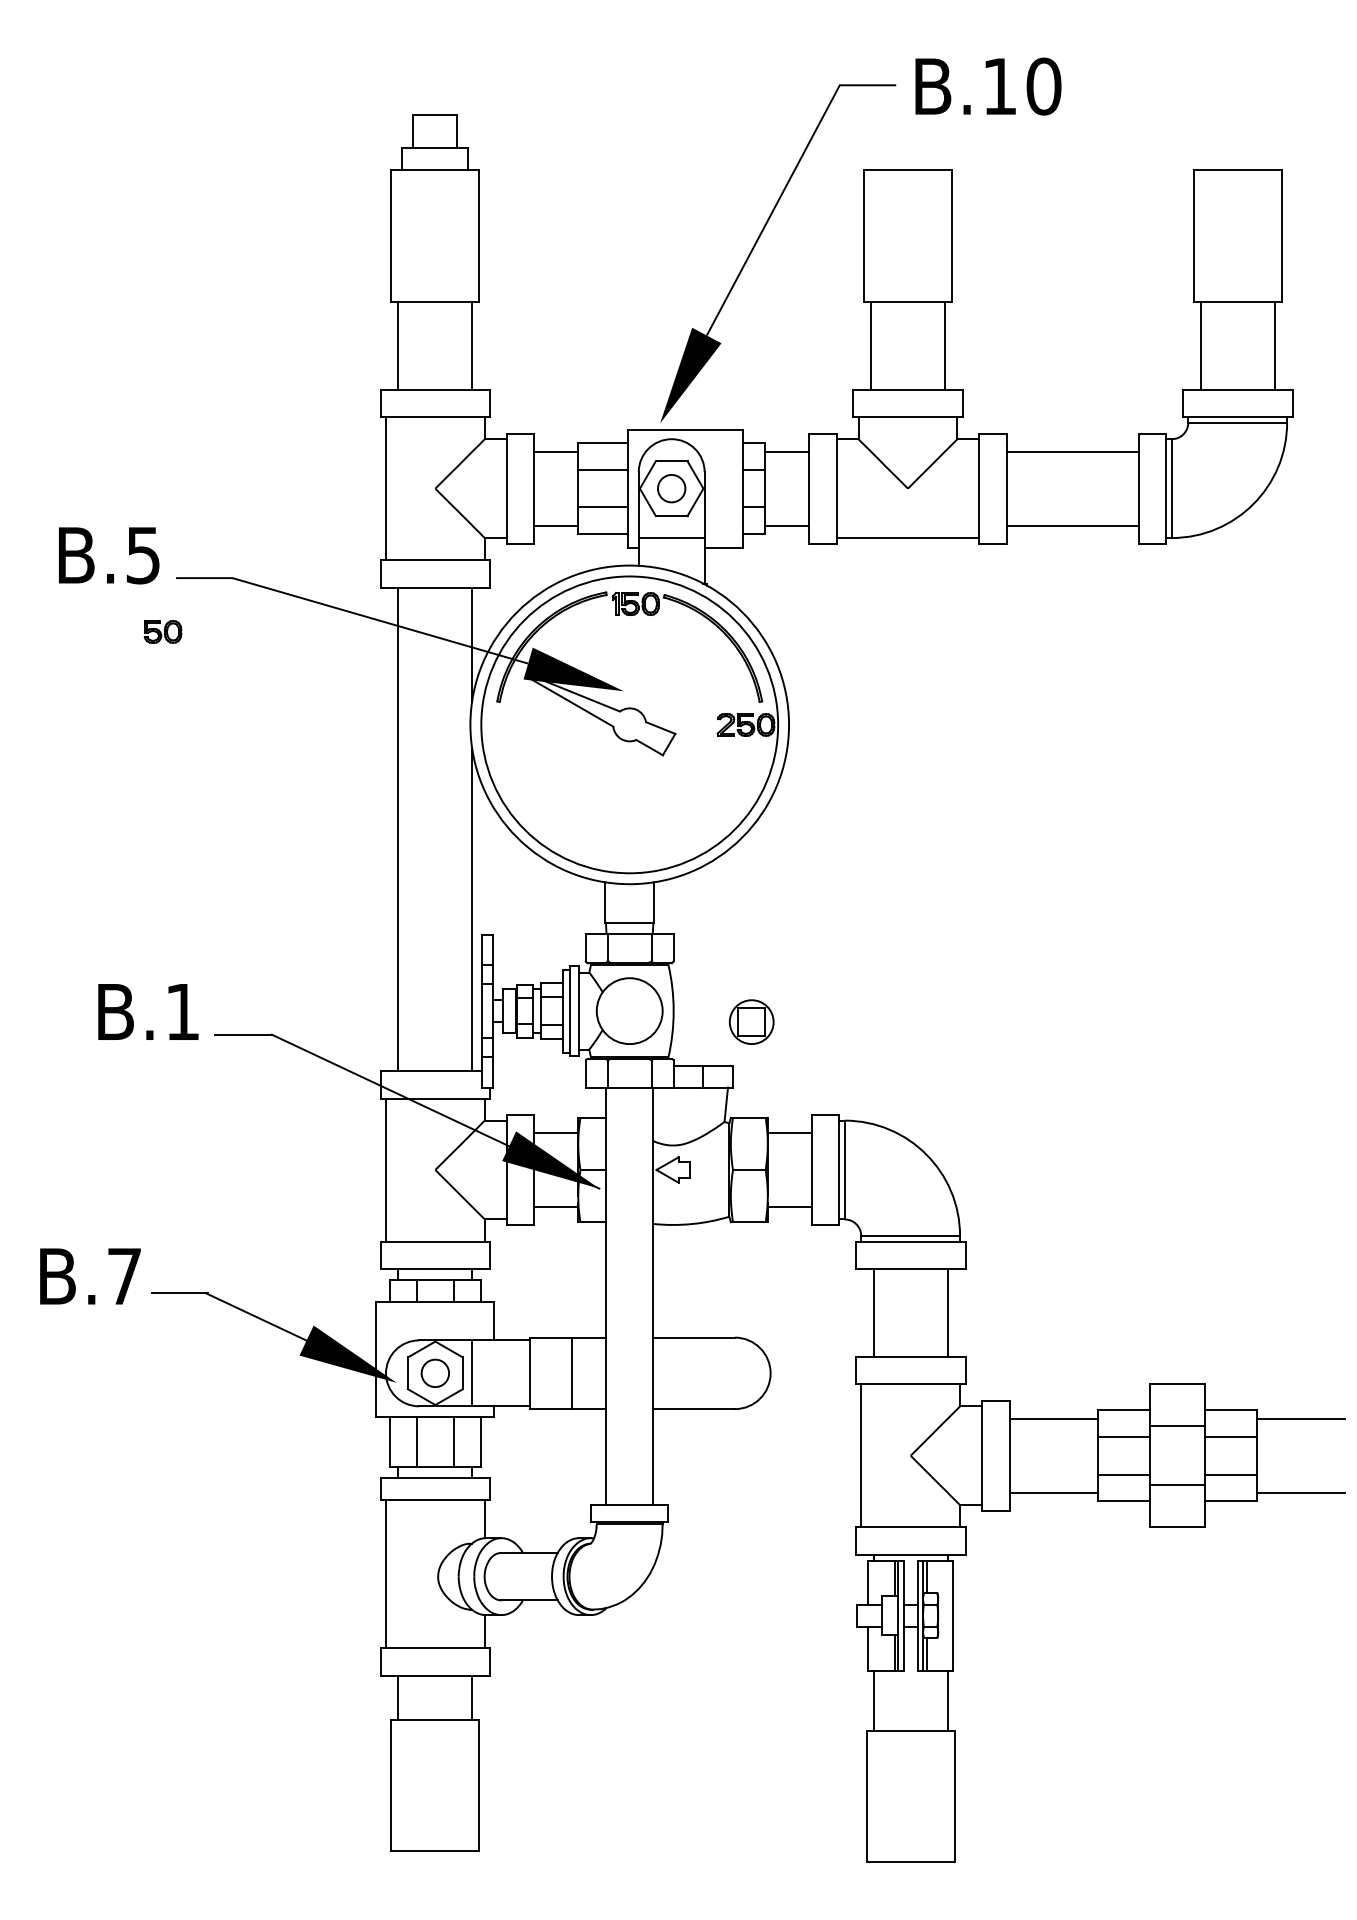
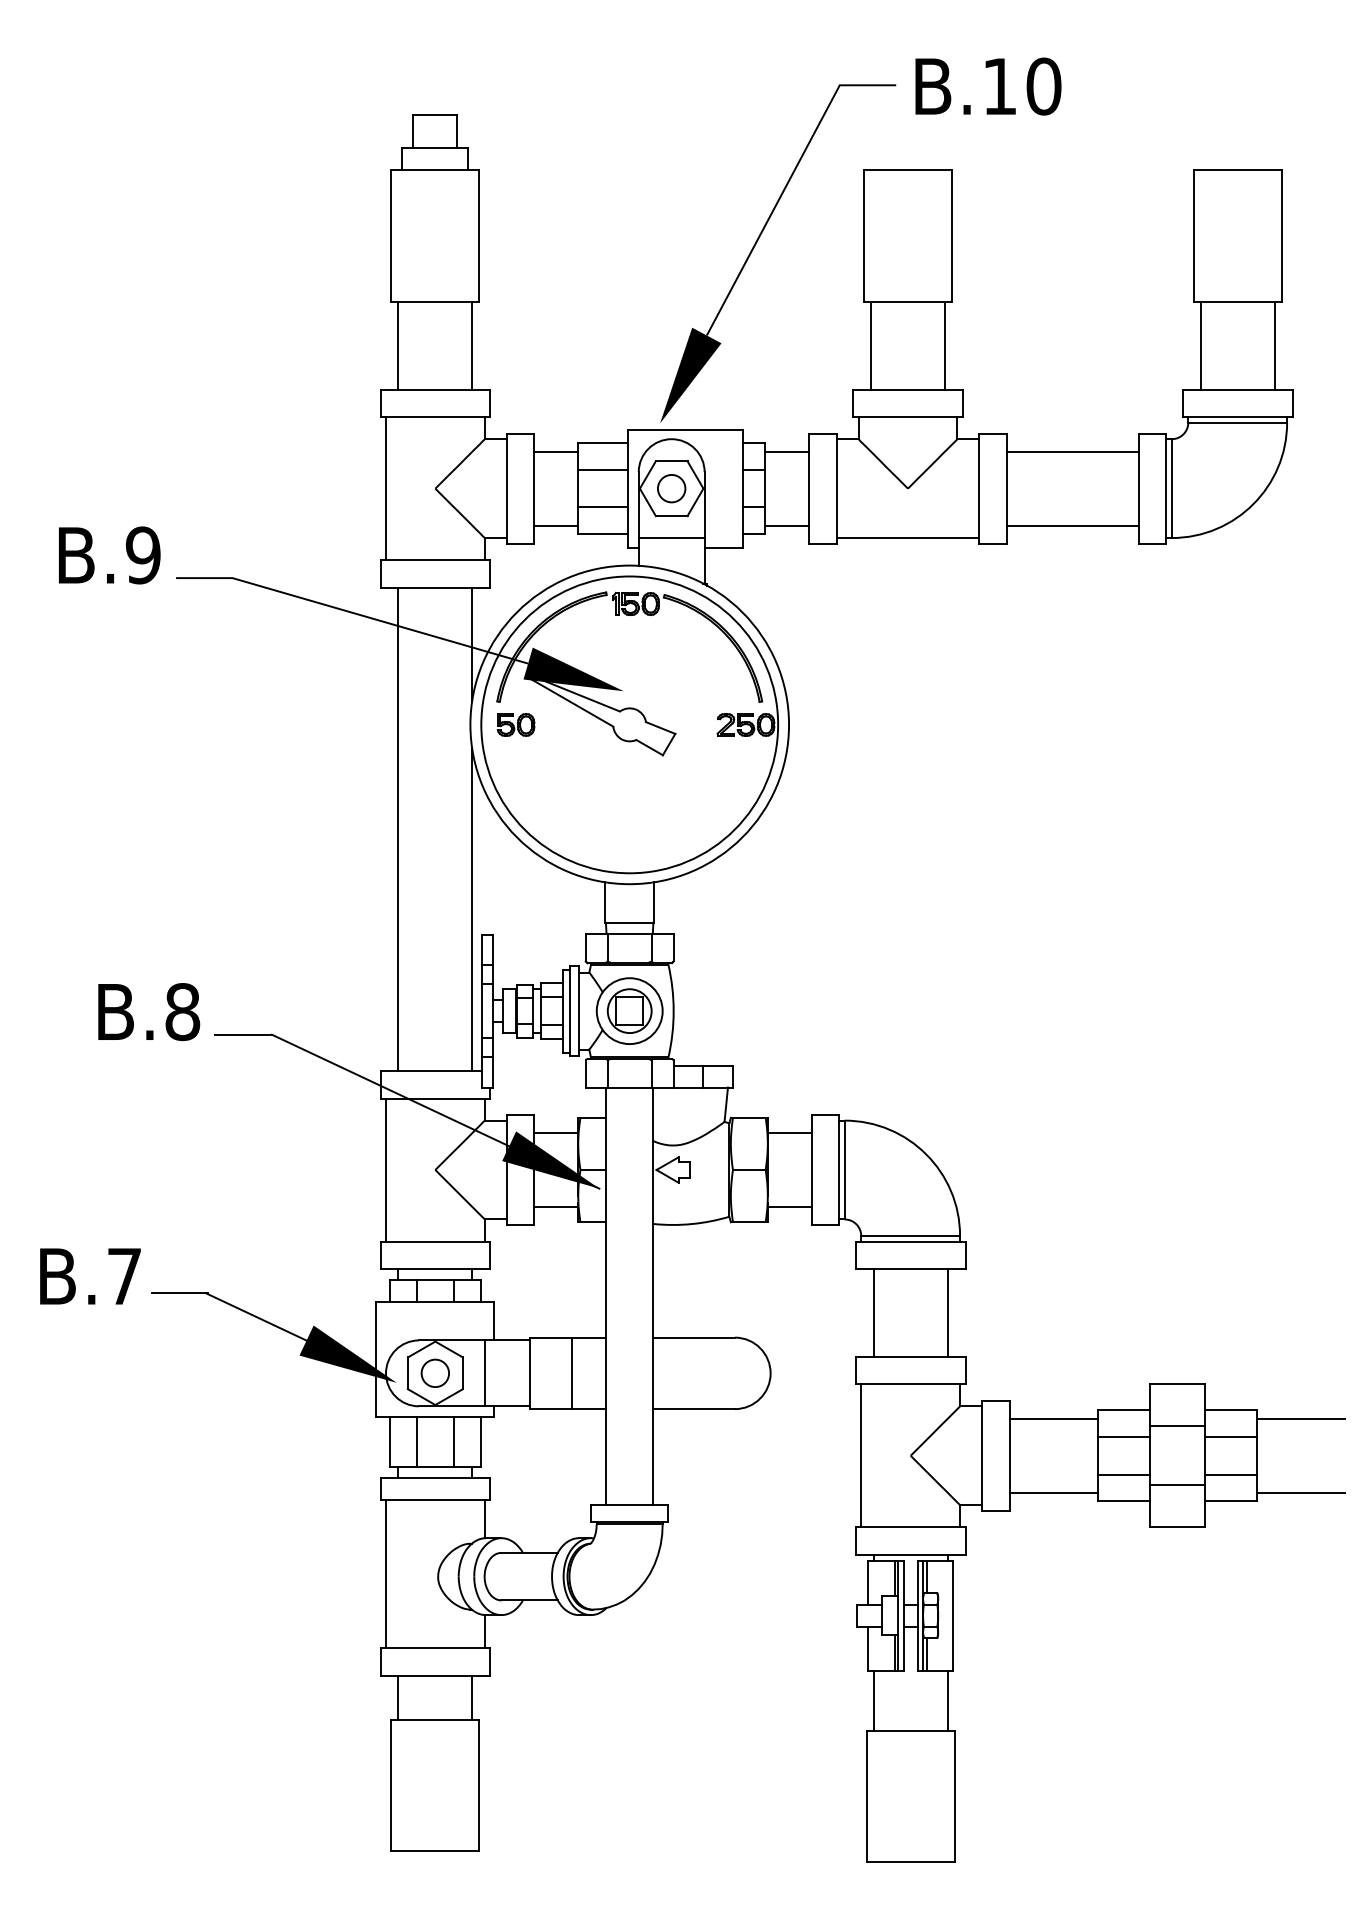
text at (142, 555): B.5 -> B.9
part at (163, 631) position: (163, 631) -> (516, 724)
text at (182, 1012): B.1 -> B.8
part at (751, 1021) position: (751, 1021) -> (629, 1010)
line at (471, 1373) position: (471, 1373) -> (484, 1373)
